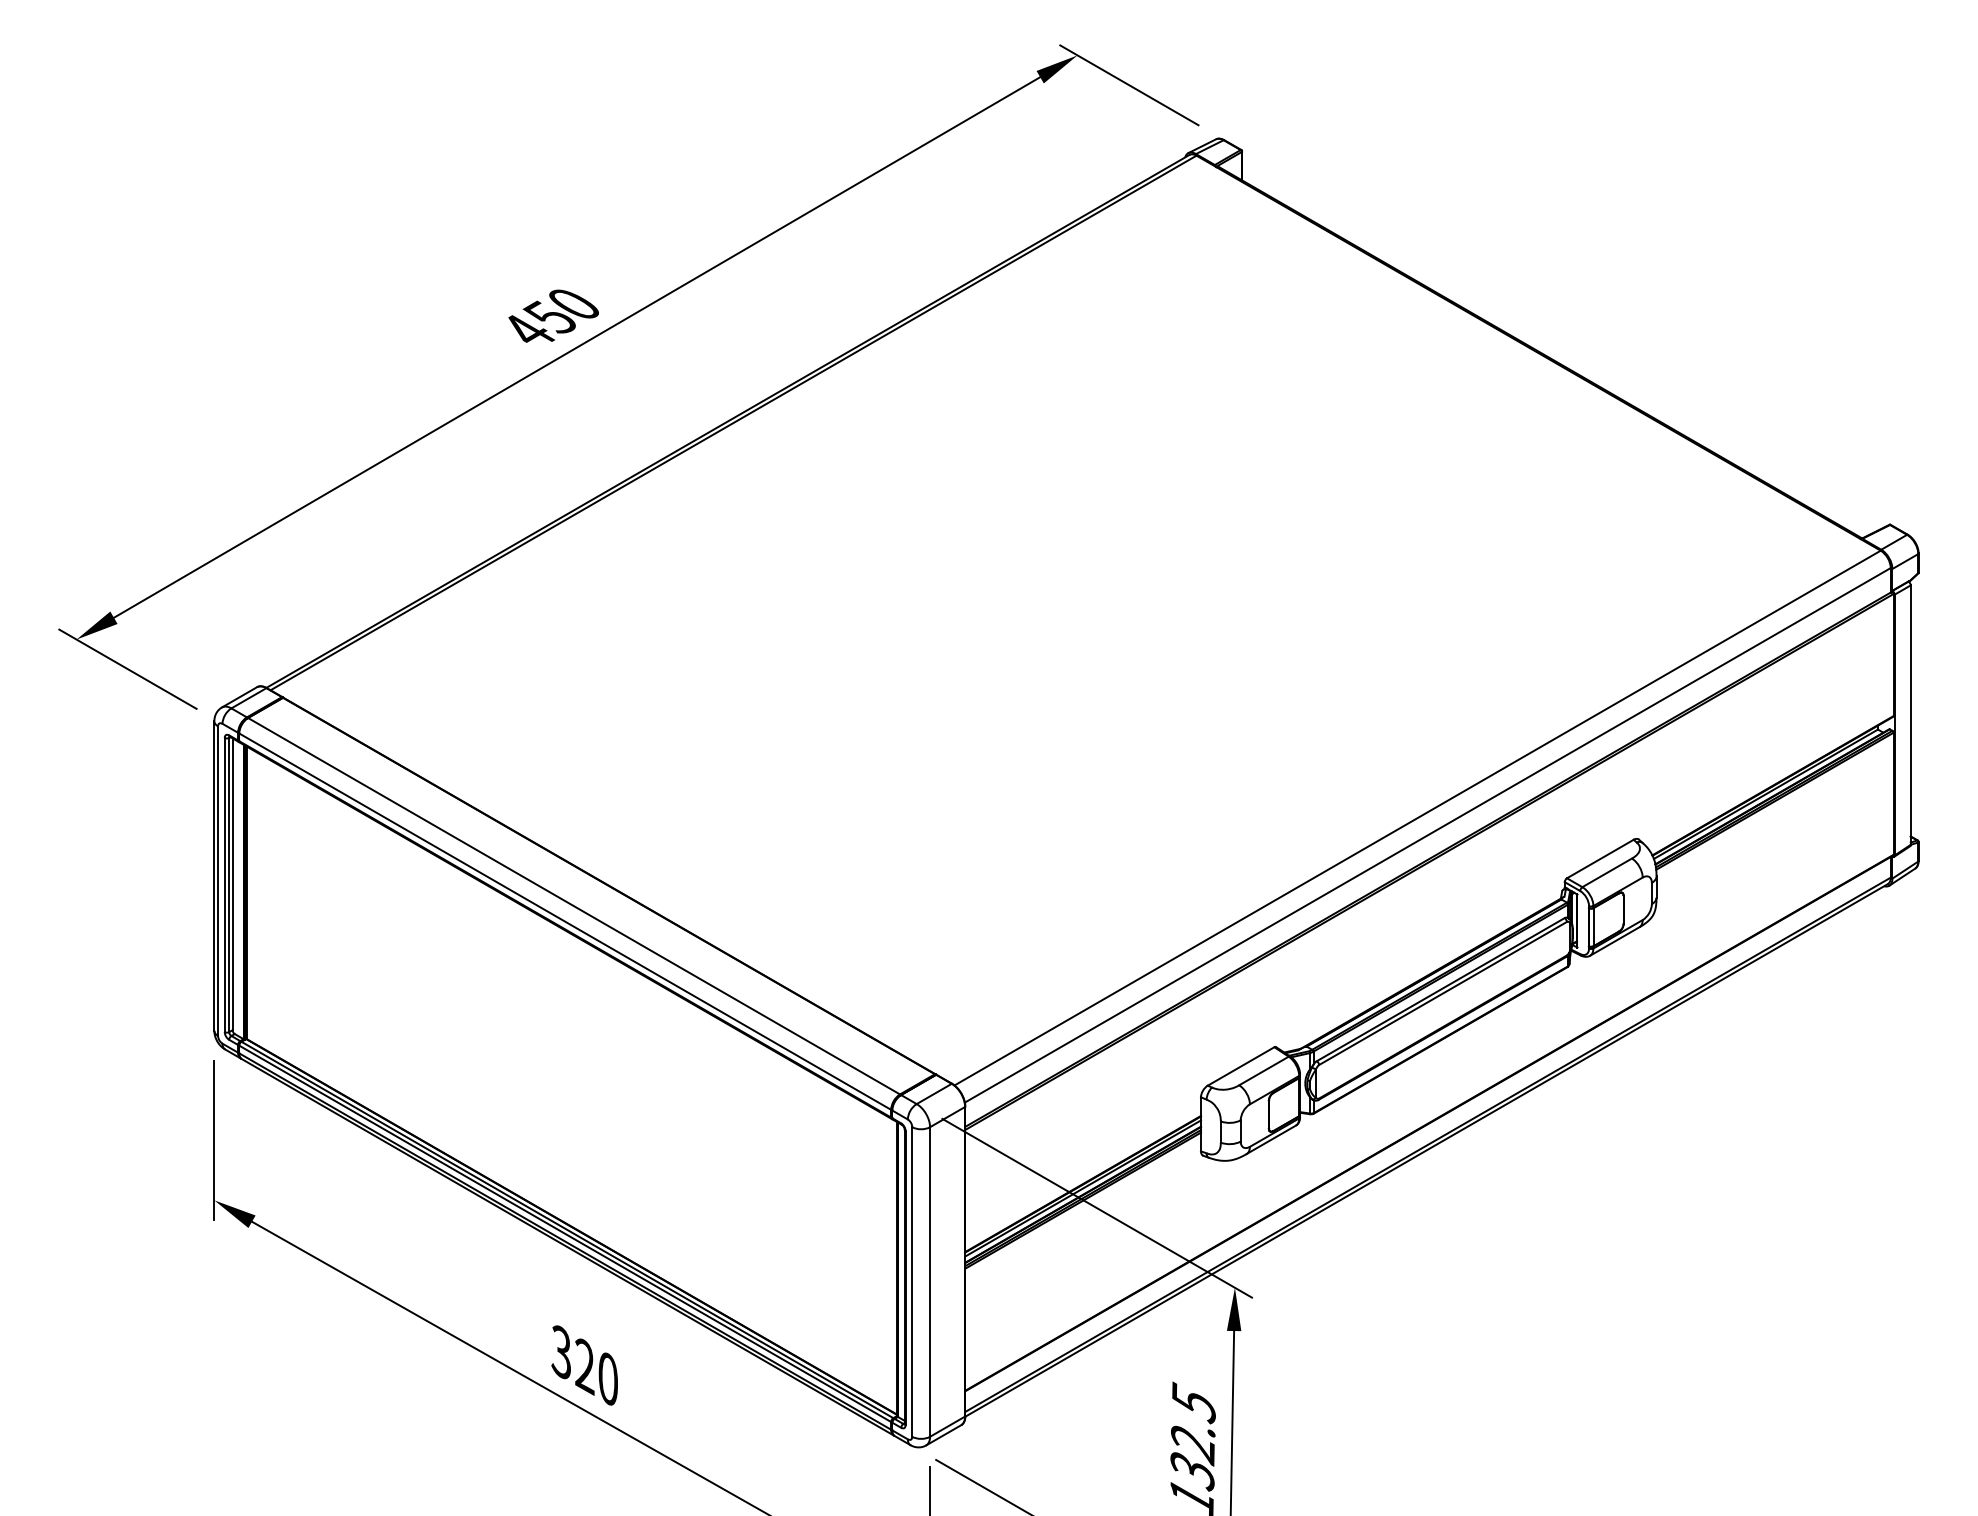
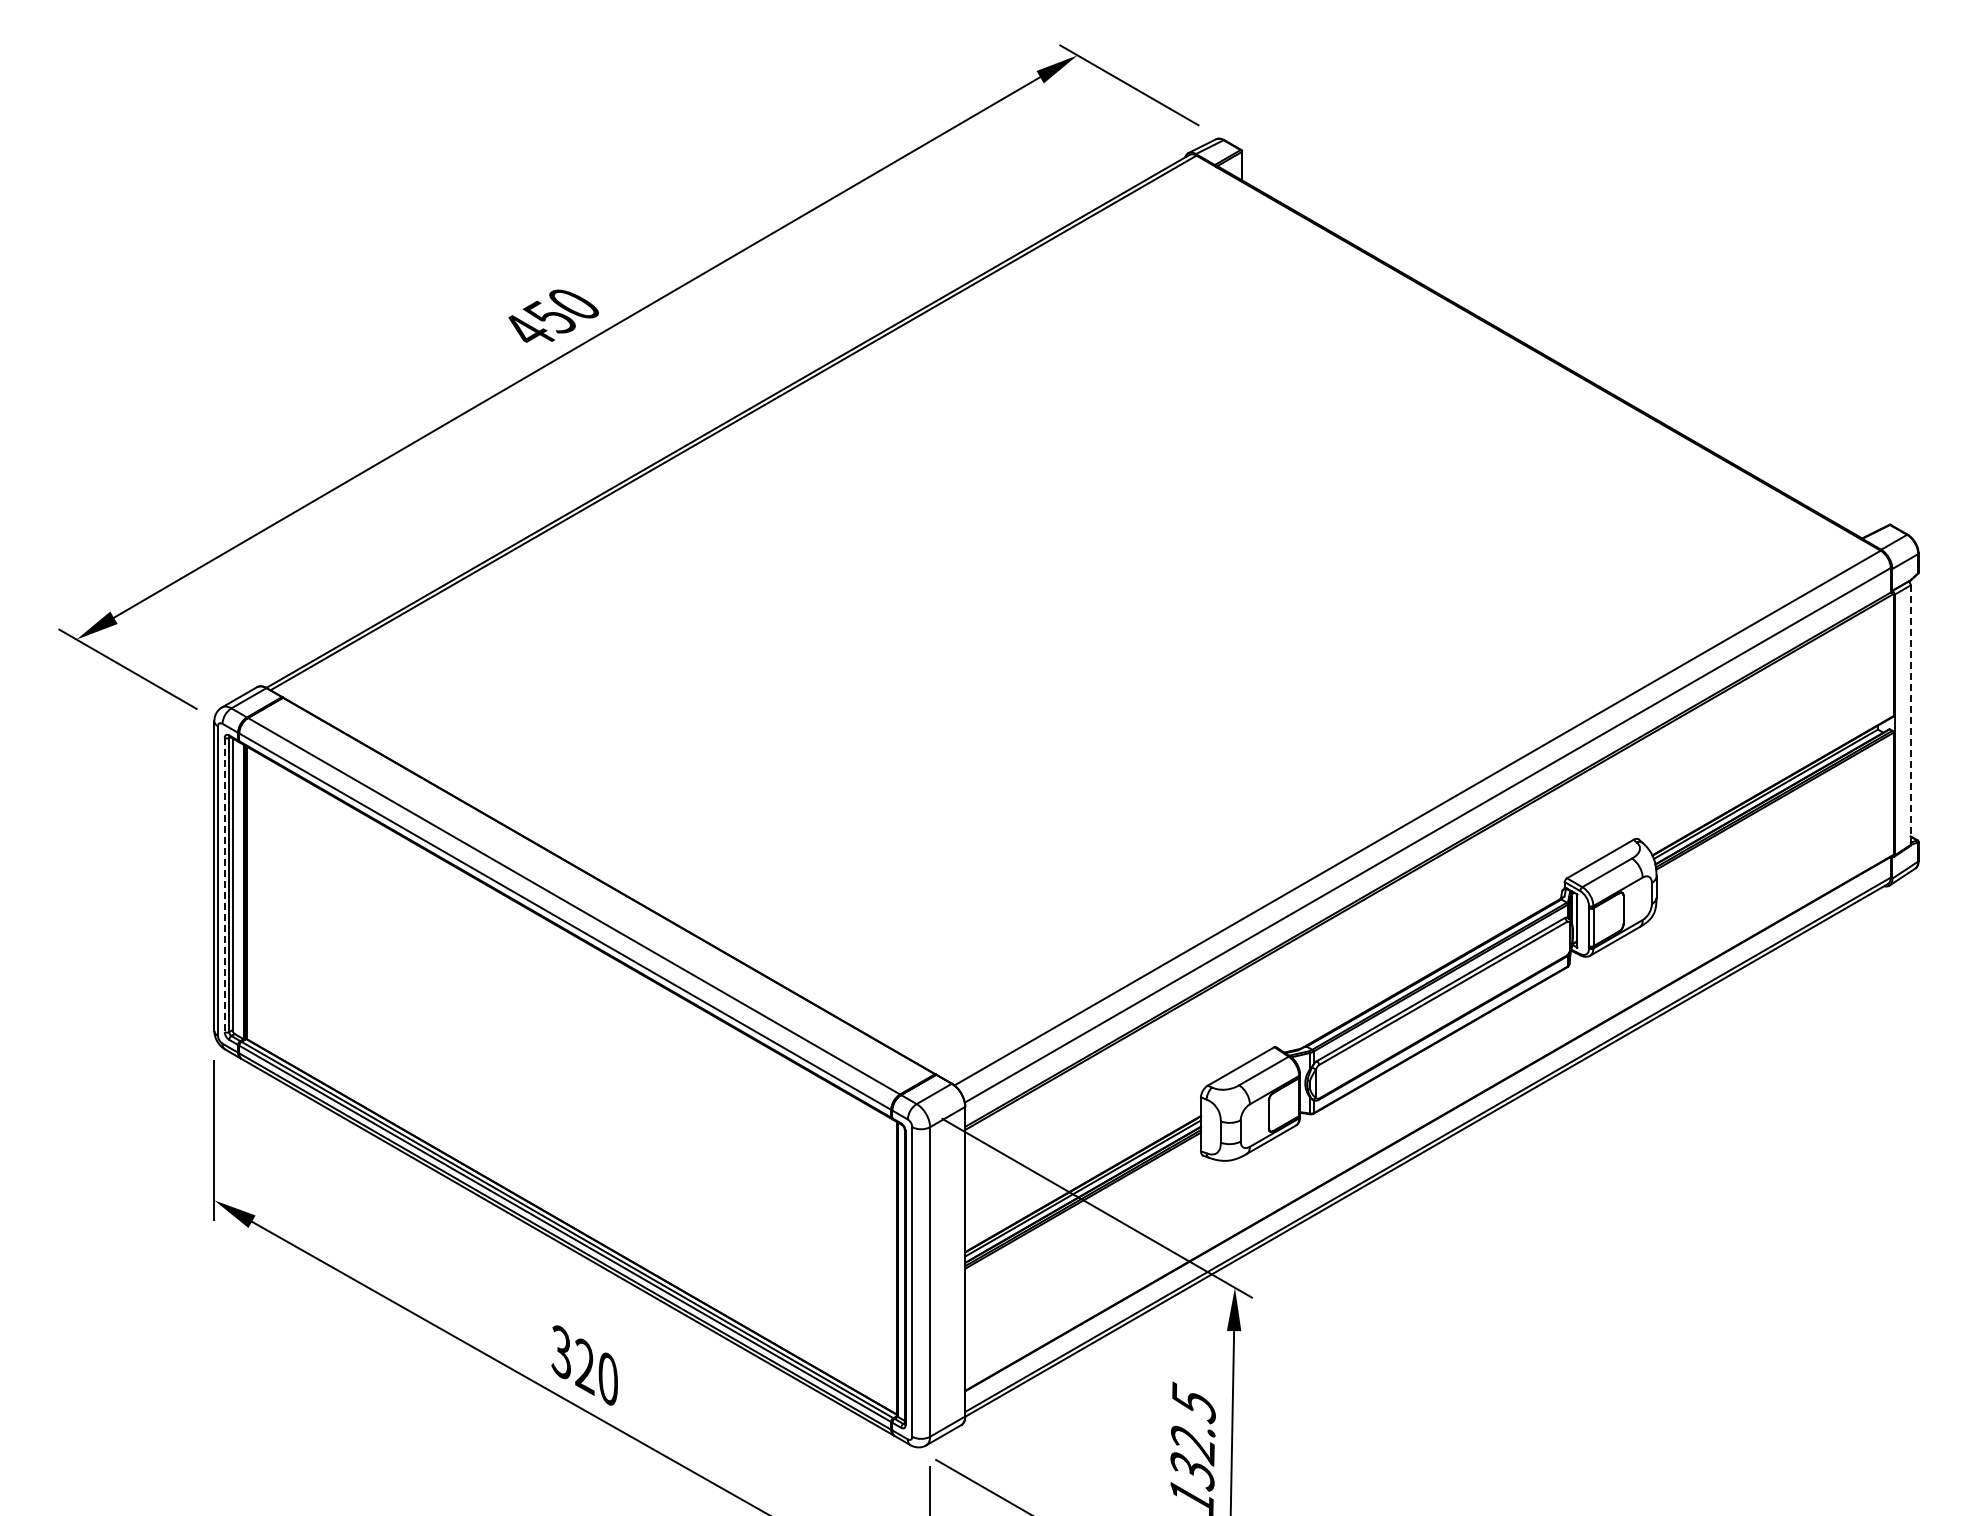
line at (1910, 715): solid -> dashed
line at (224, 885): solid -> dashed
